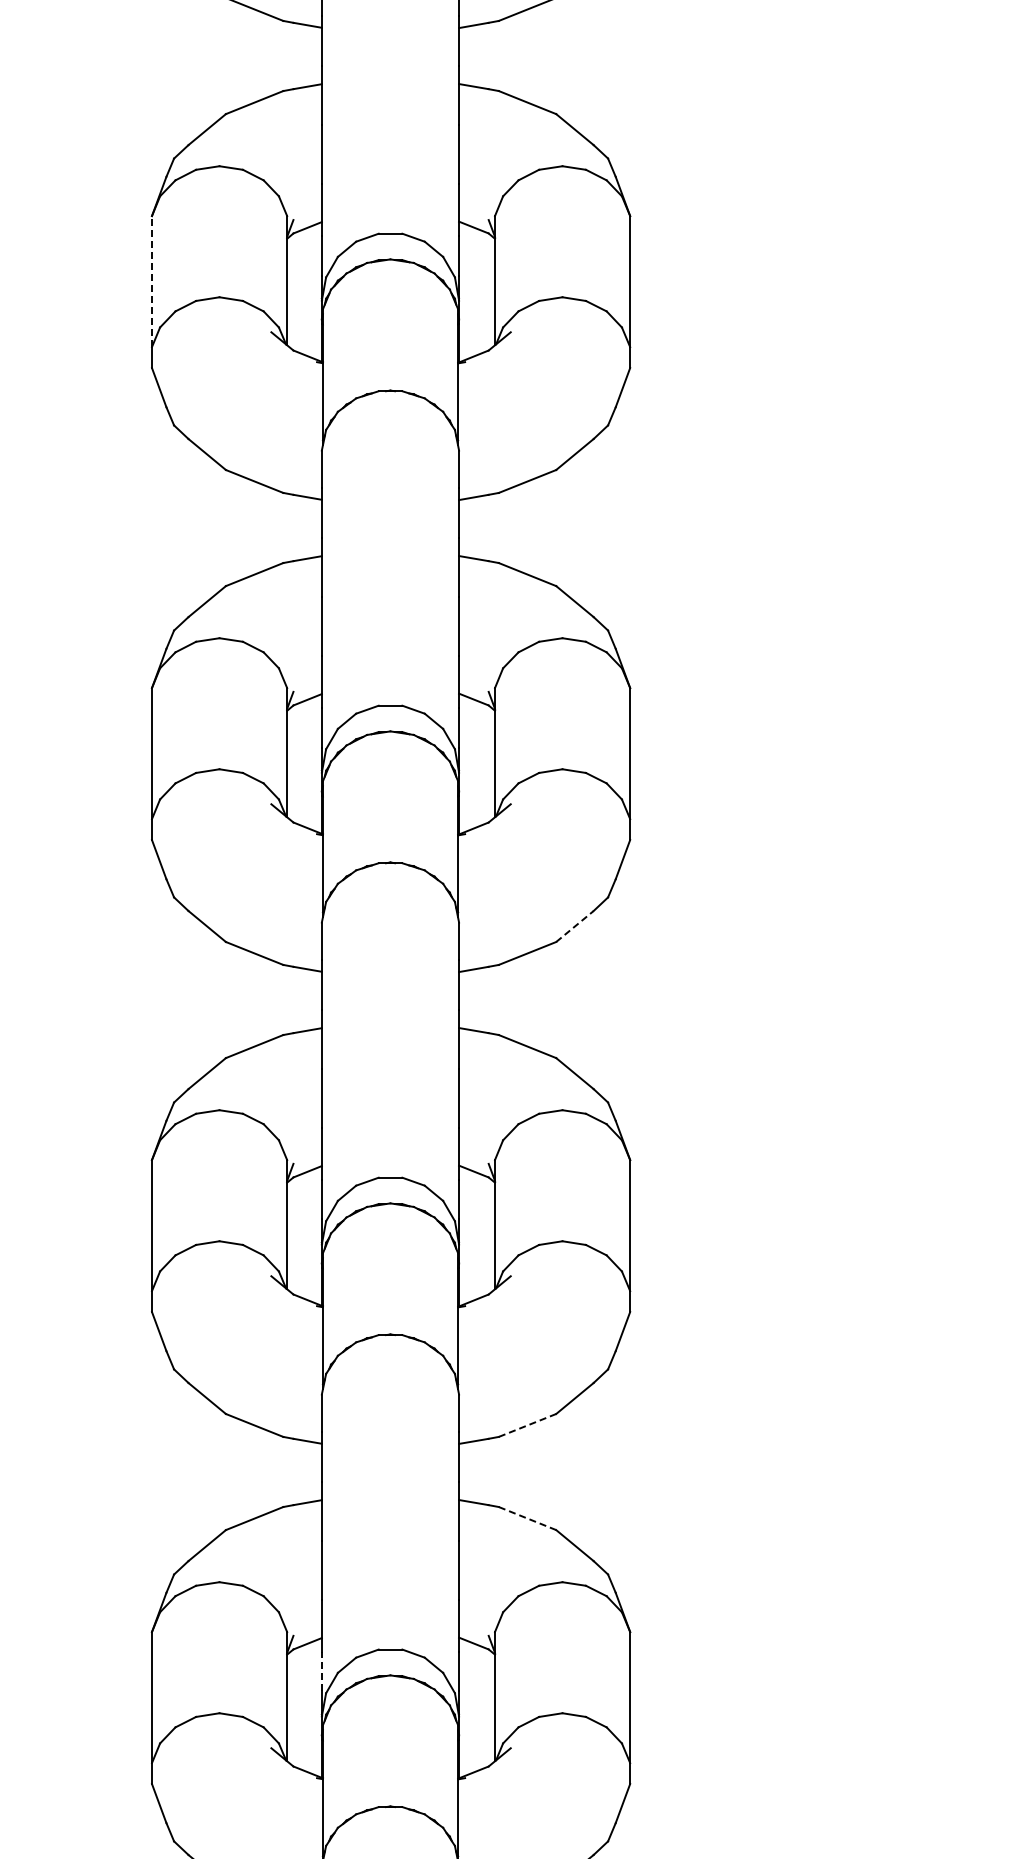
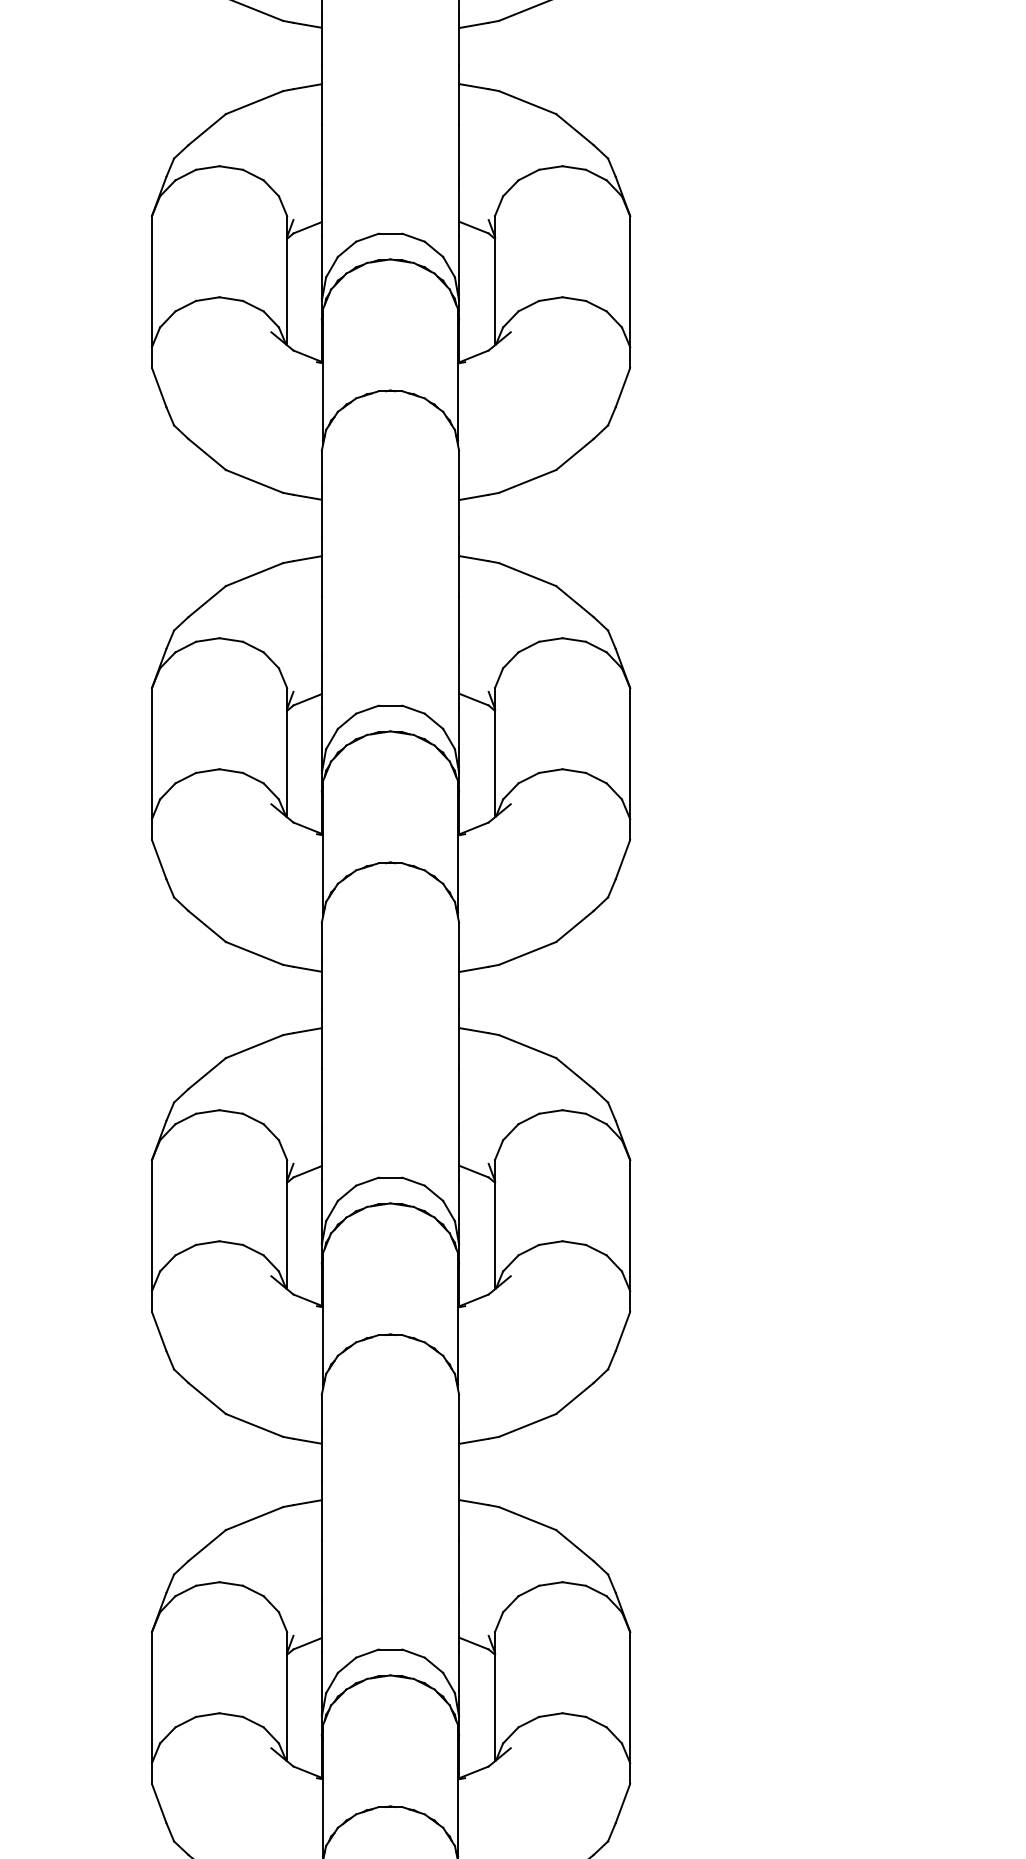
line at (152, 281): dashed -> solid
line at (575, 926): dashed -> solid
line at (527, 1425): dashed -> solid
line at (527, 1518): dashed -> solid
line at (321, 1671): dashed -> solid
